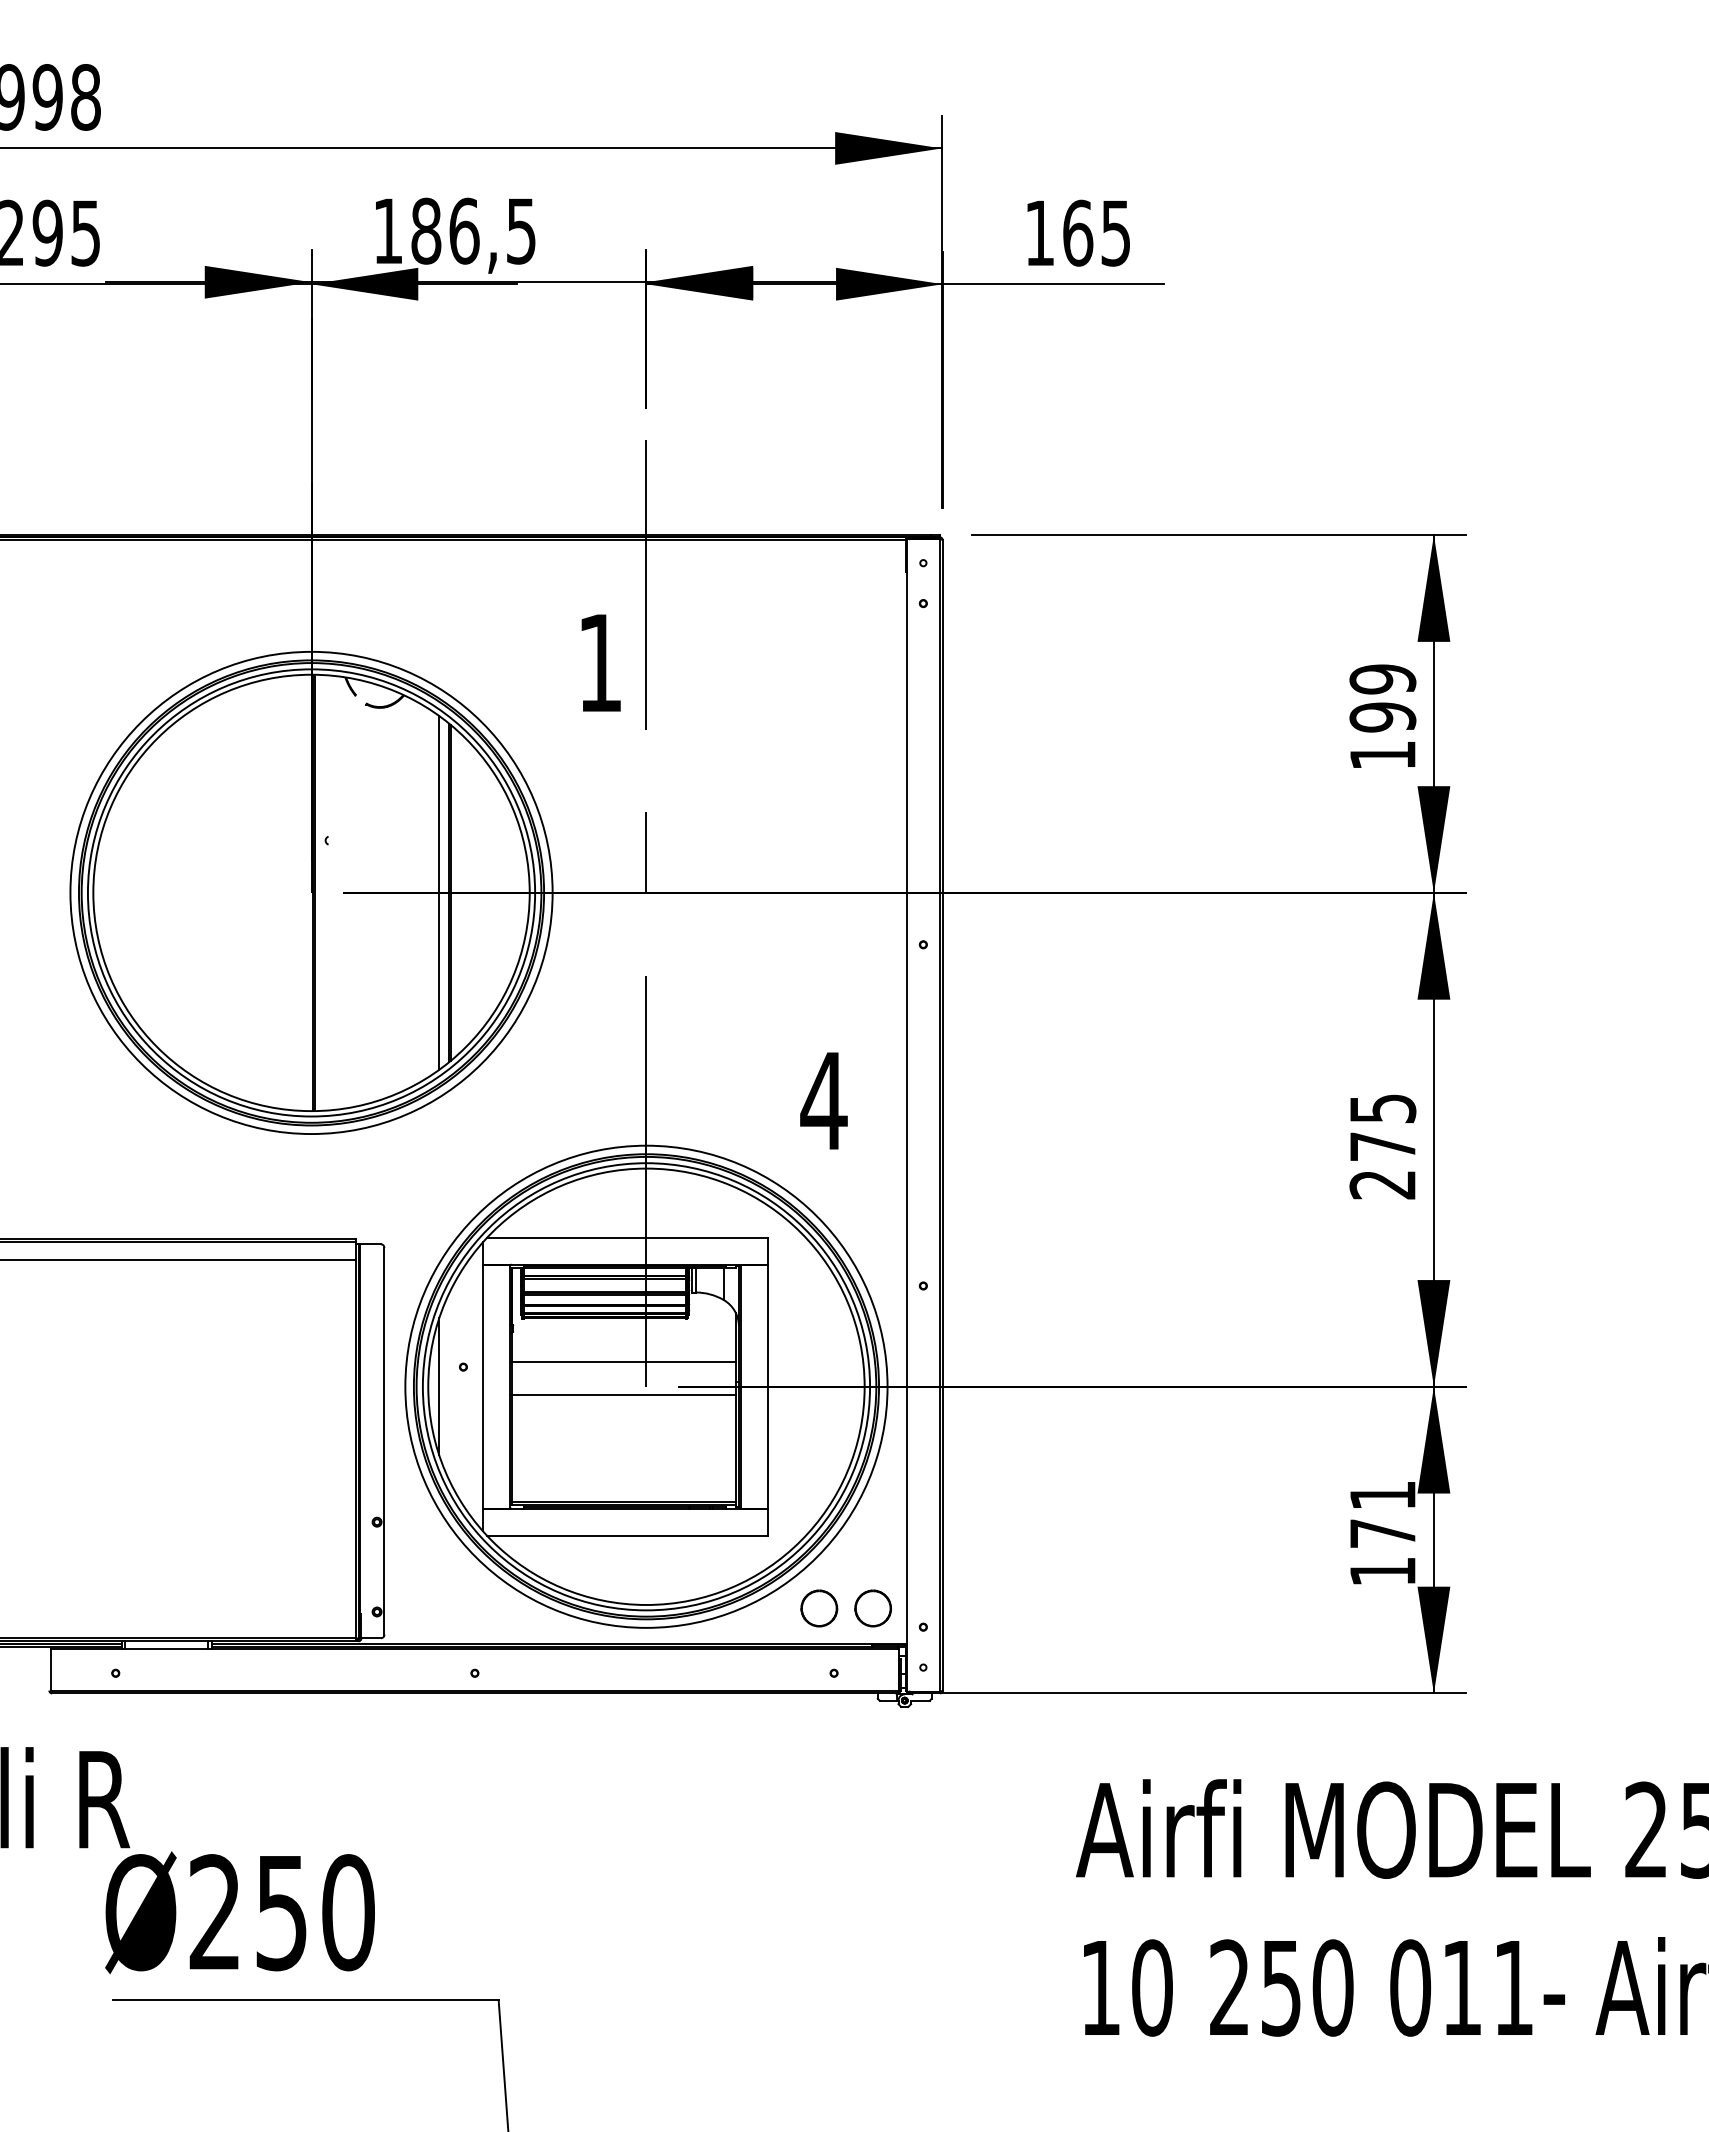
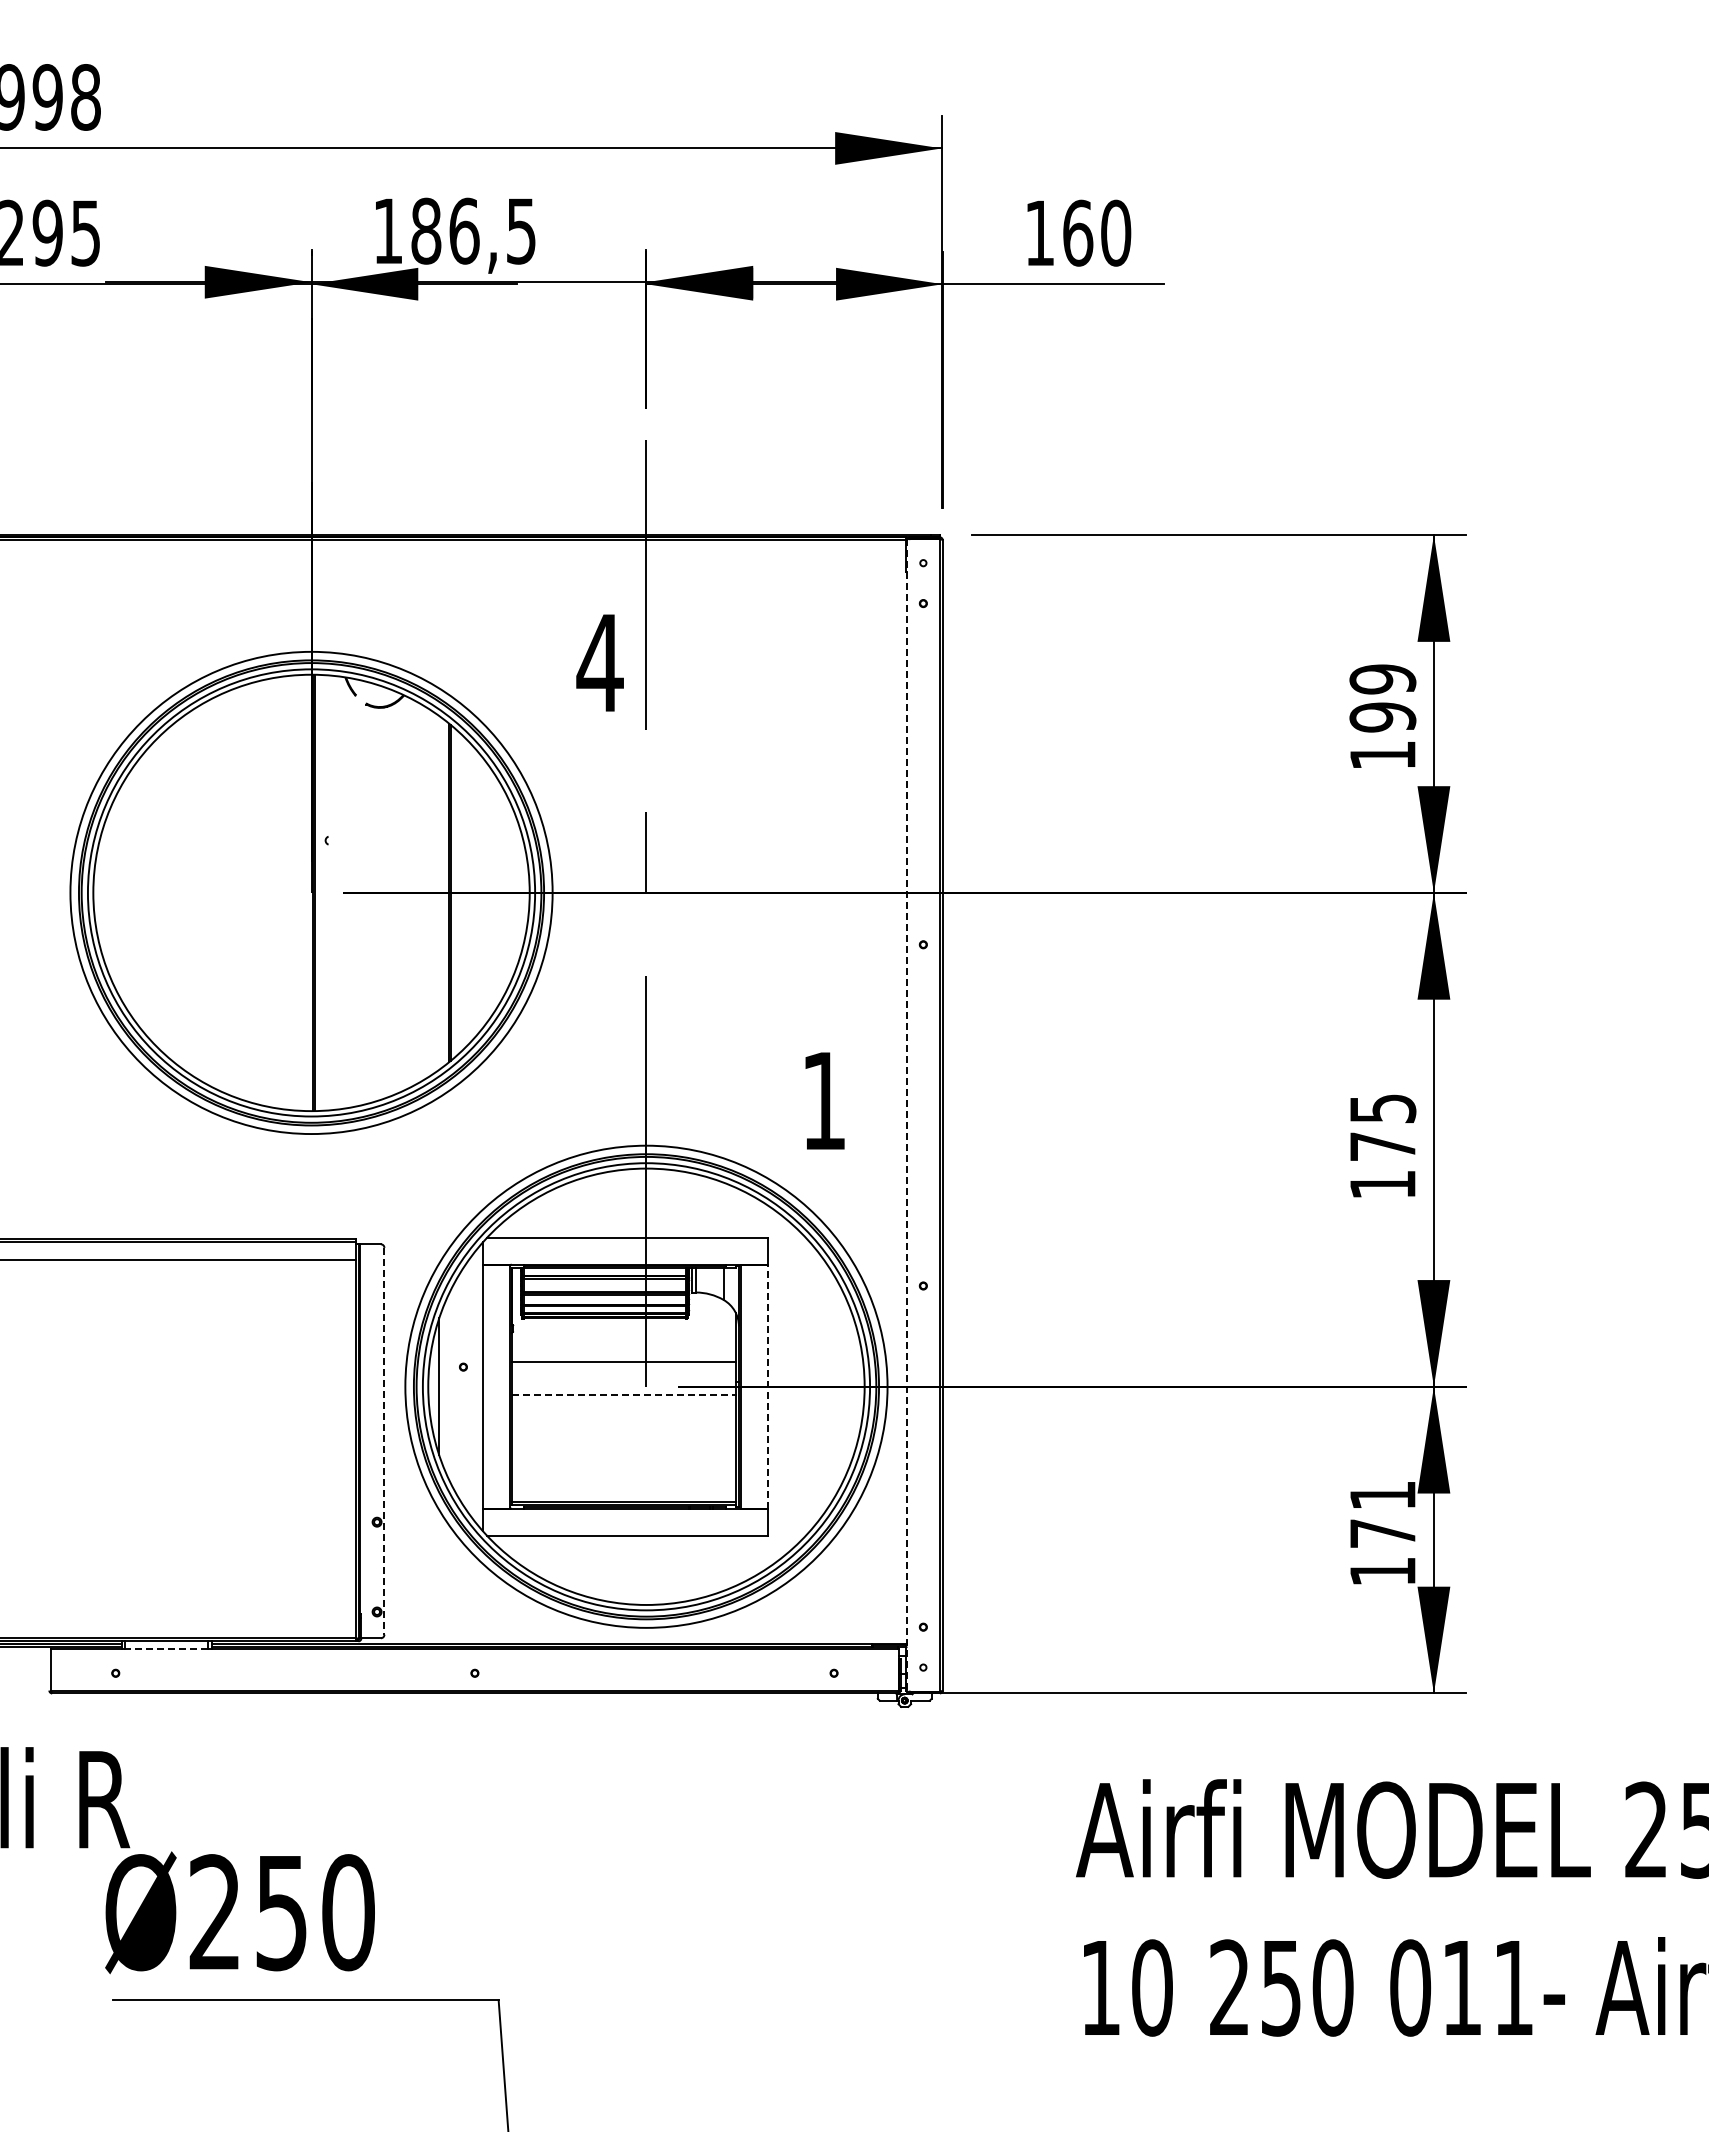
text at (1116, 232): 165 -> 160
text at (599, 662): 1 -> 4
line at (439, 892): present -> none
text at (823, 1100): 4 -> 1
line at (906, 1115): solid -> dashed
text at (1382, 1185): 275 -> 175
line at (767, 1386): solid -> dashed
line at (624, 1395): solid -> dashed
line at (384, 1441): solid -> dashed
part at (819, 1608): present -> none
part at (872, 1608): present -> none
line at (166, 1648): solid -> dashed
